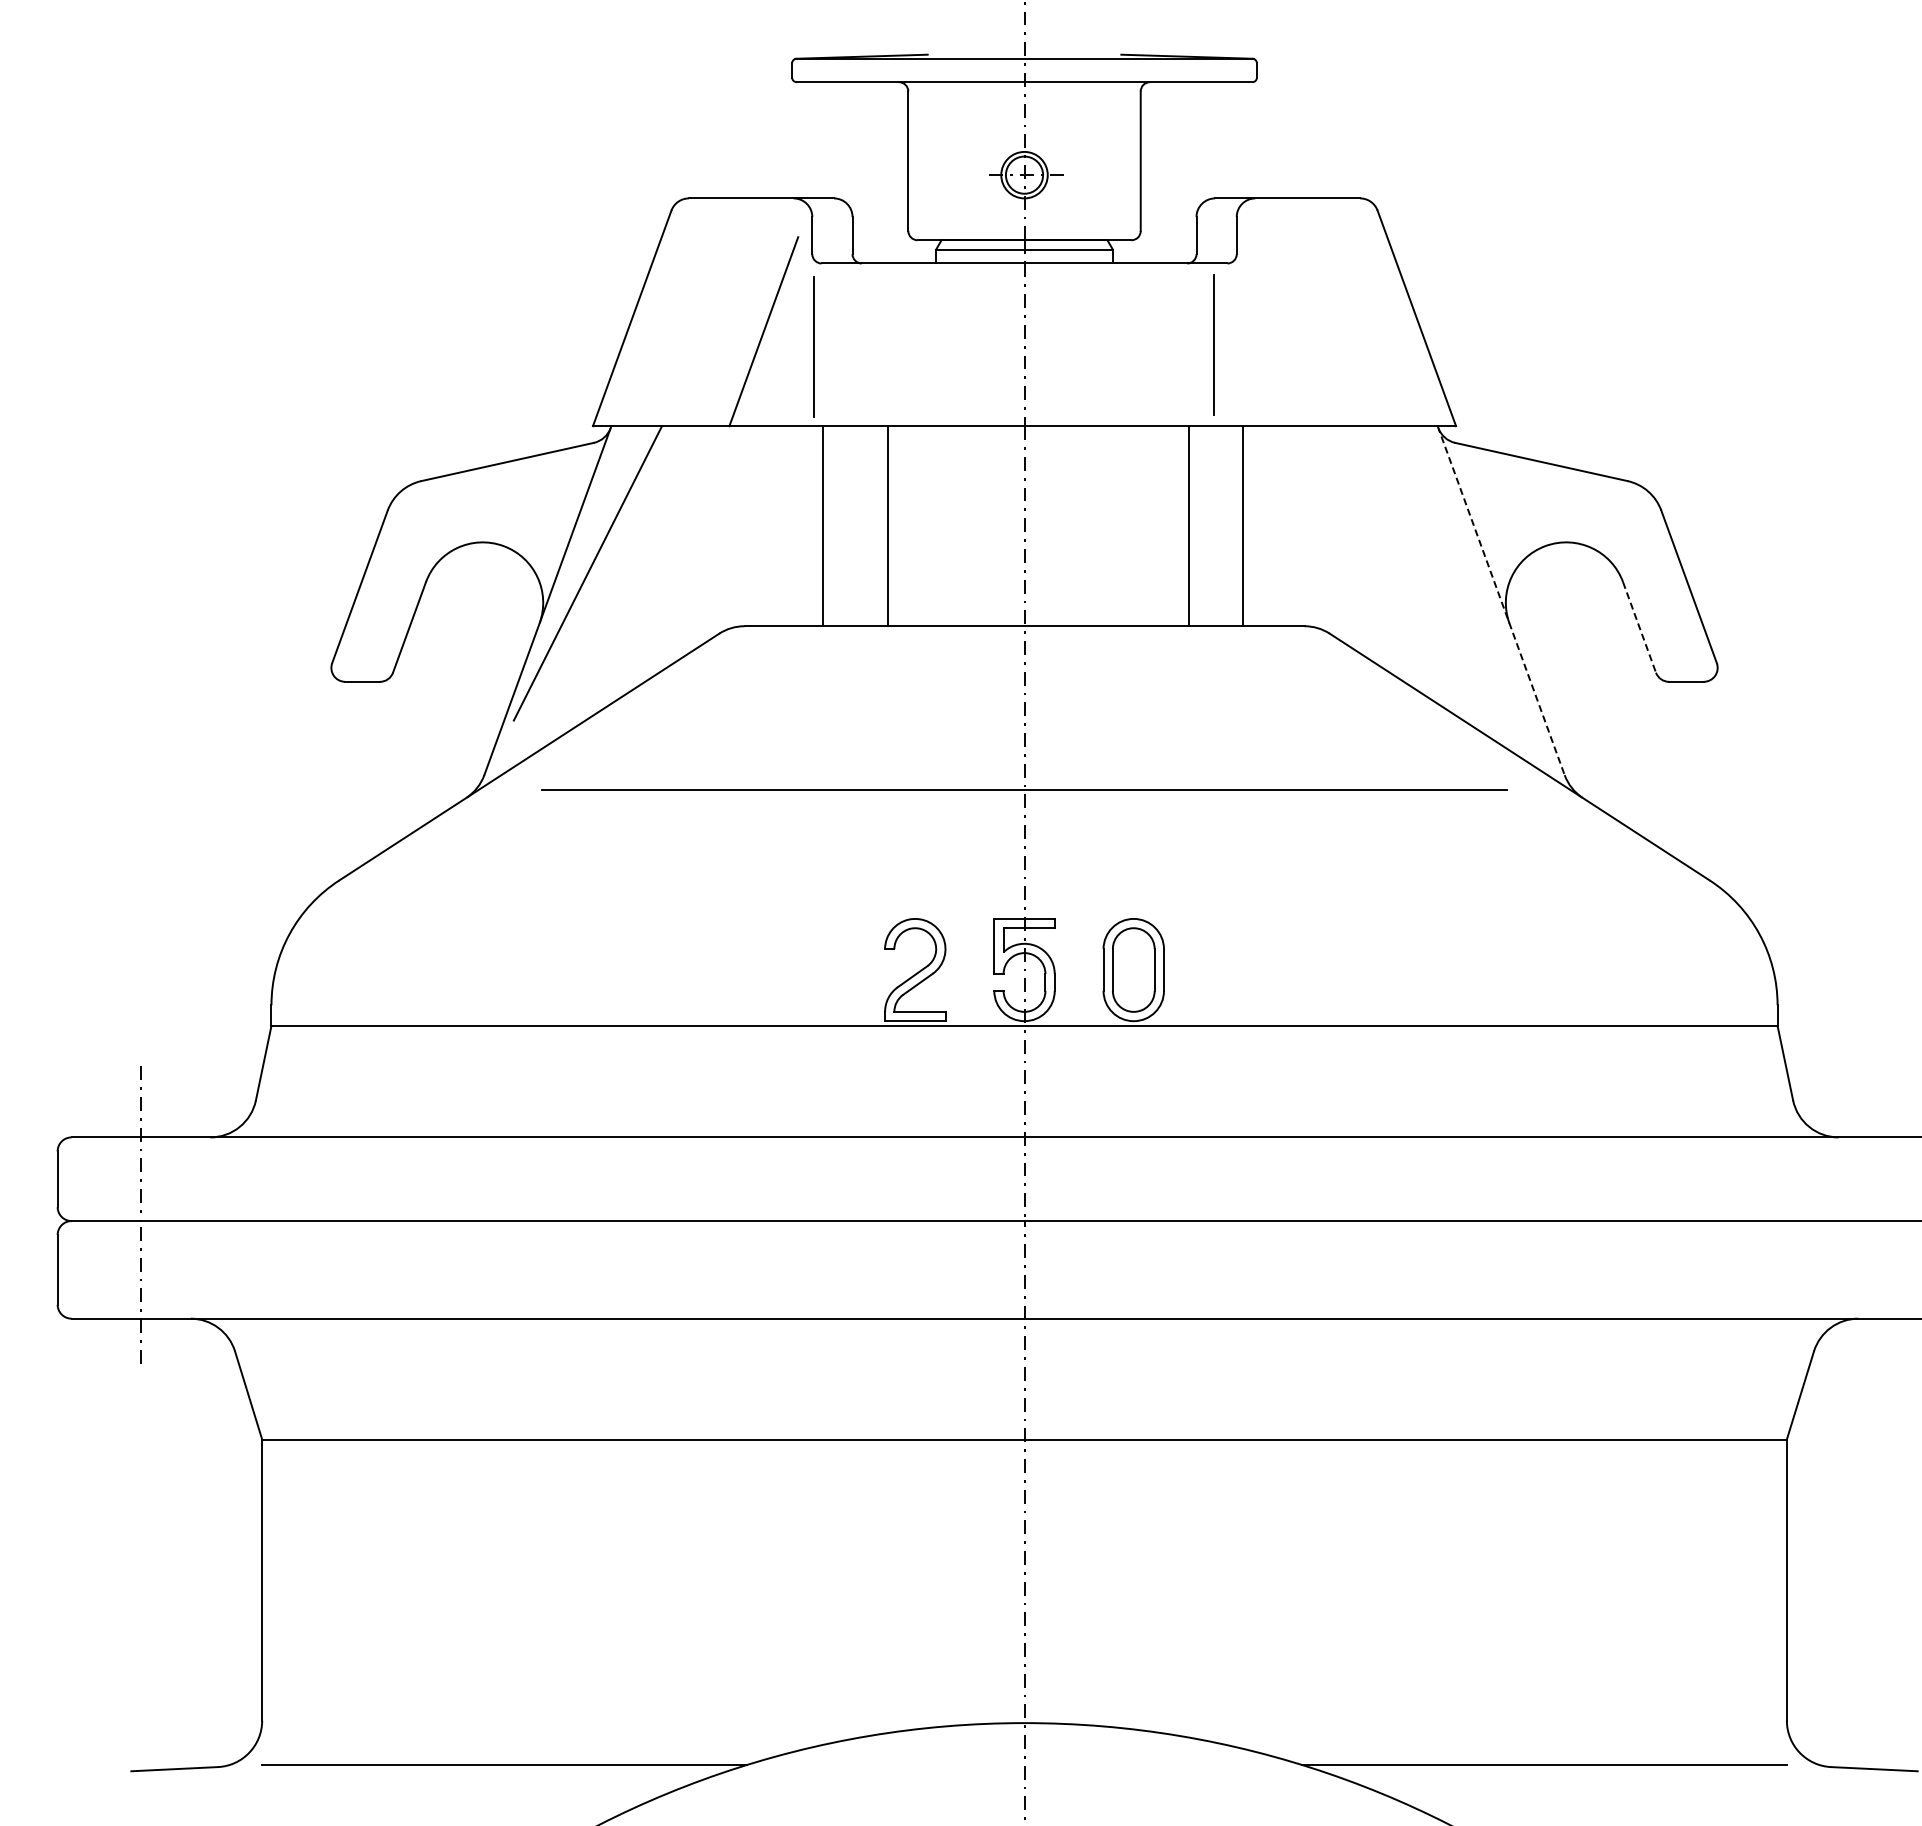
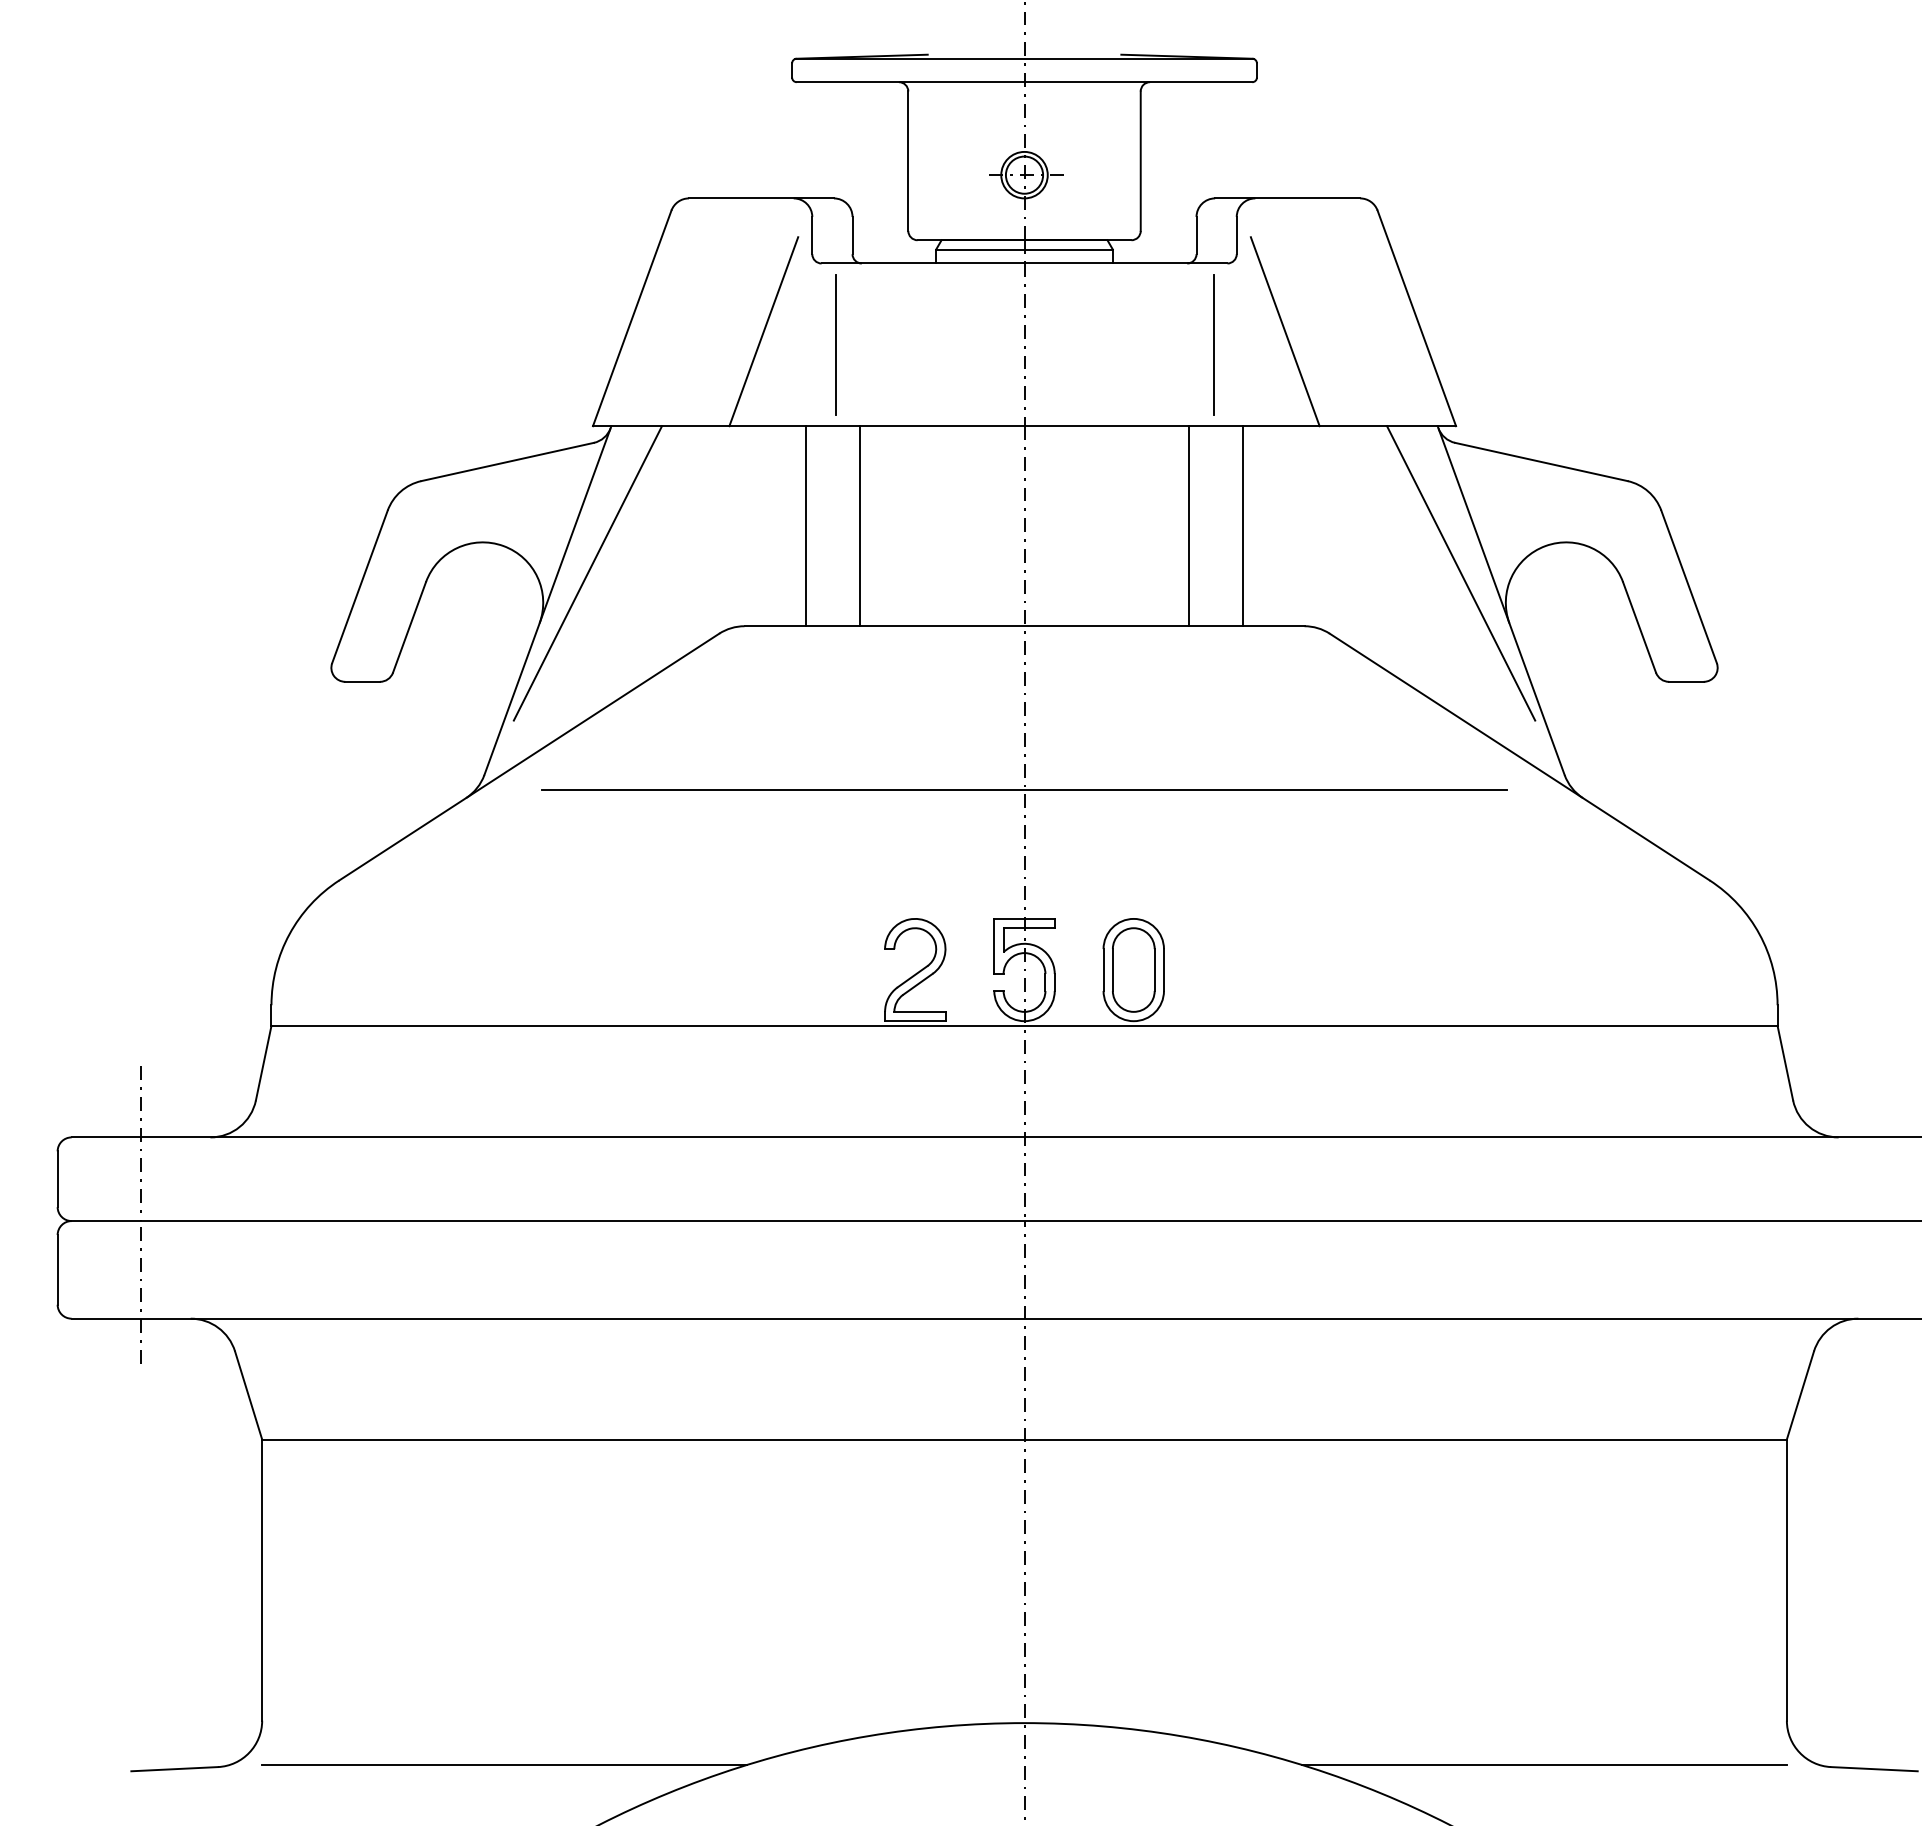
line at (1284, 331): none -> present
line at (813, 346) position: (813, 346) -> (835, 344)
line at (823, 526) position: (823, 526) -> (806, 526)
line at (888, 526) position: (888, 526) -> (860, 526)
line at (1461, 573): none -> present
line at (1501, 600): dashed -> solid
line at (1639, 627): dashed -> solid
